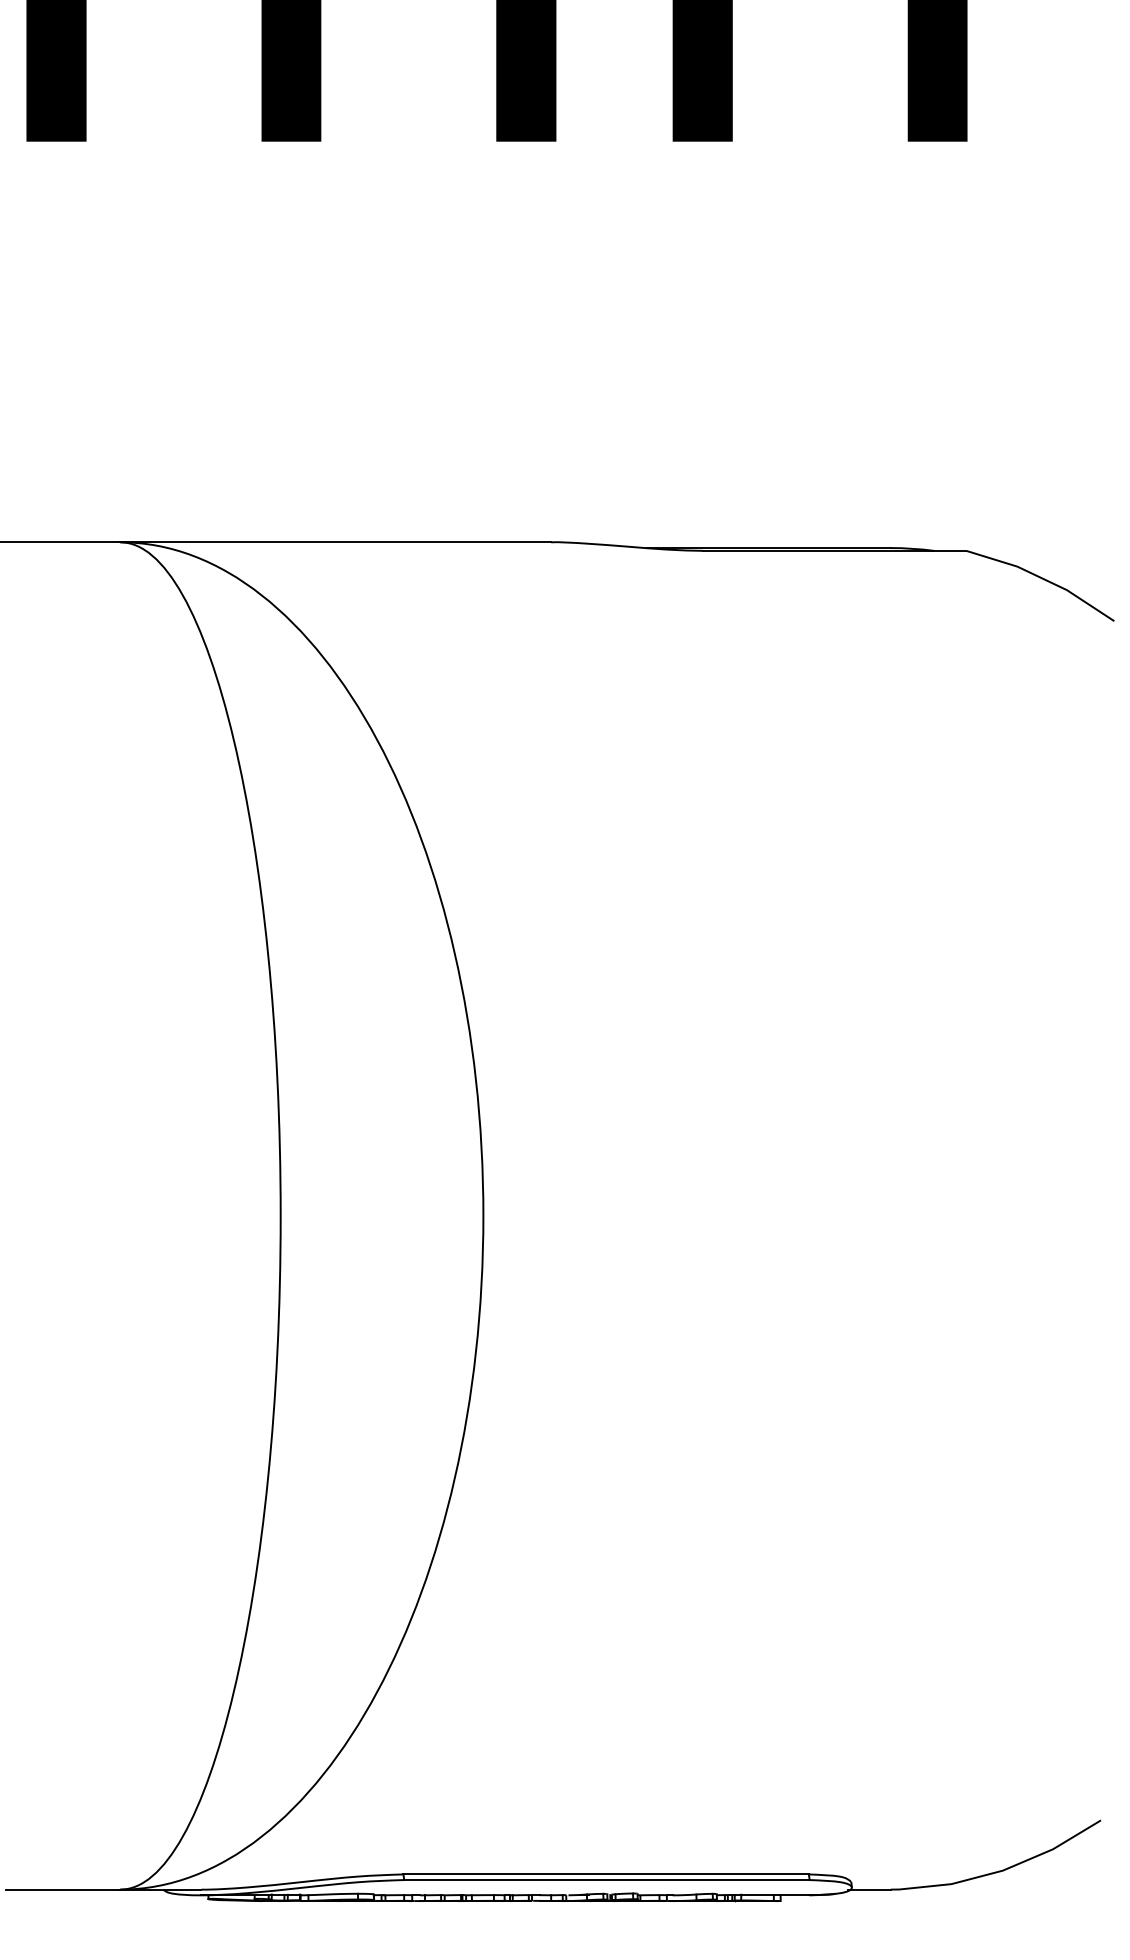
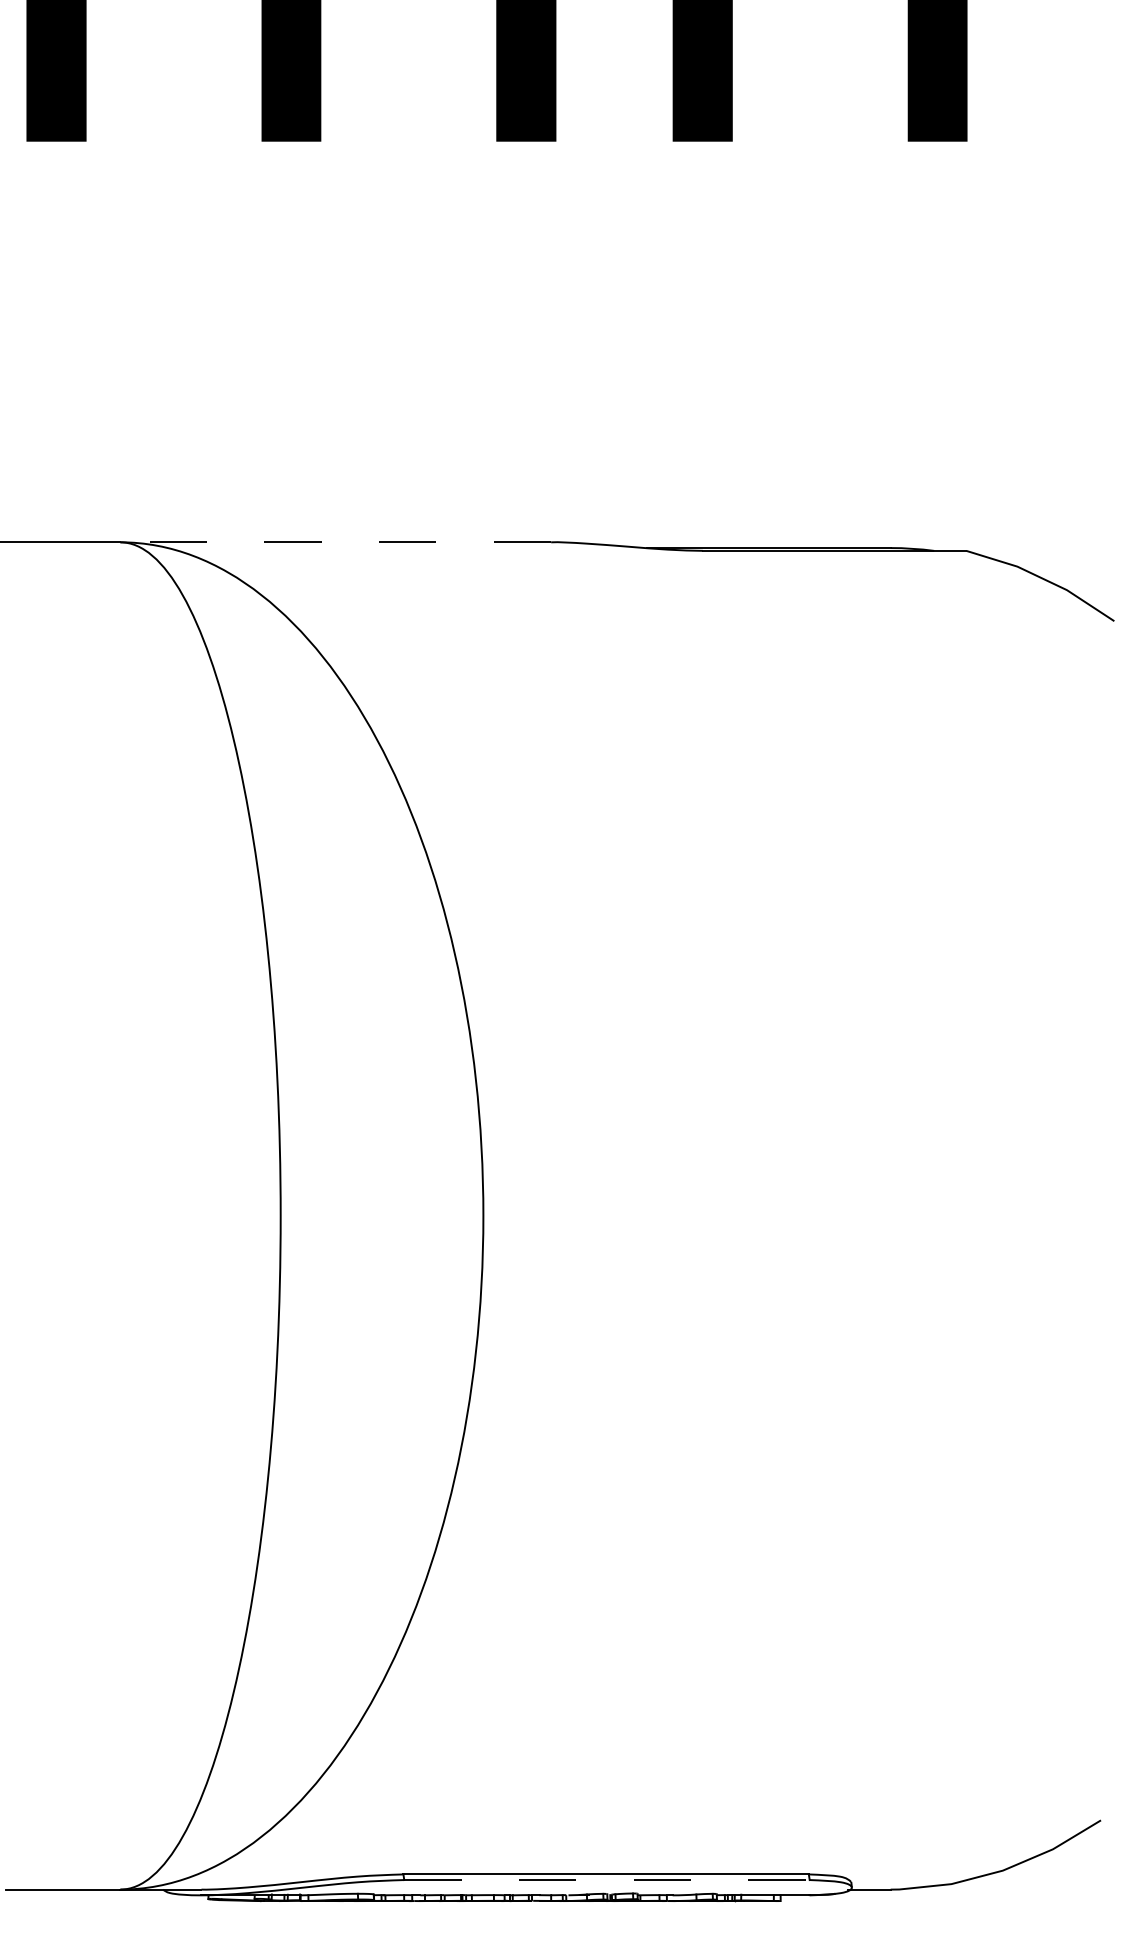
line at (335, 542): solid -> dashed
line at (606, 1880): solid -> dashed
